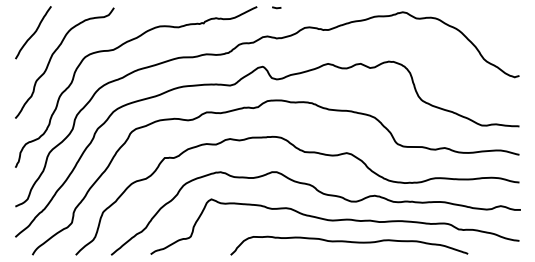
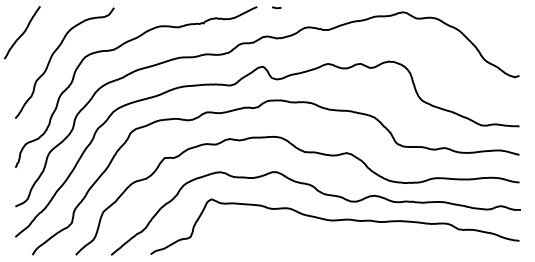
curve at (33, 32) position: (33, 32) -> (22, 32)
curve at (349, 242): present -> none
